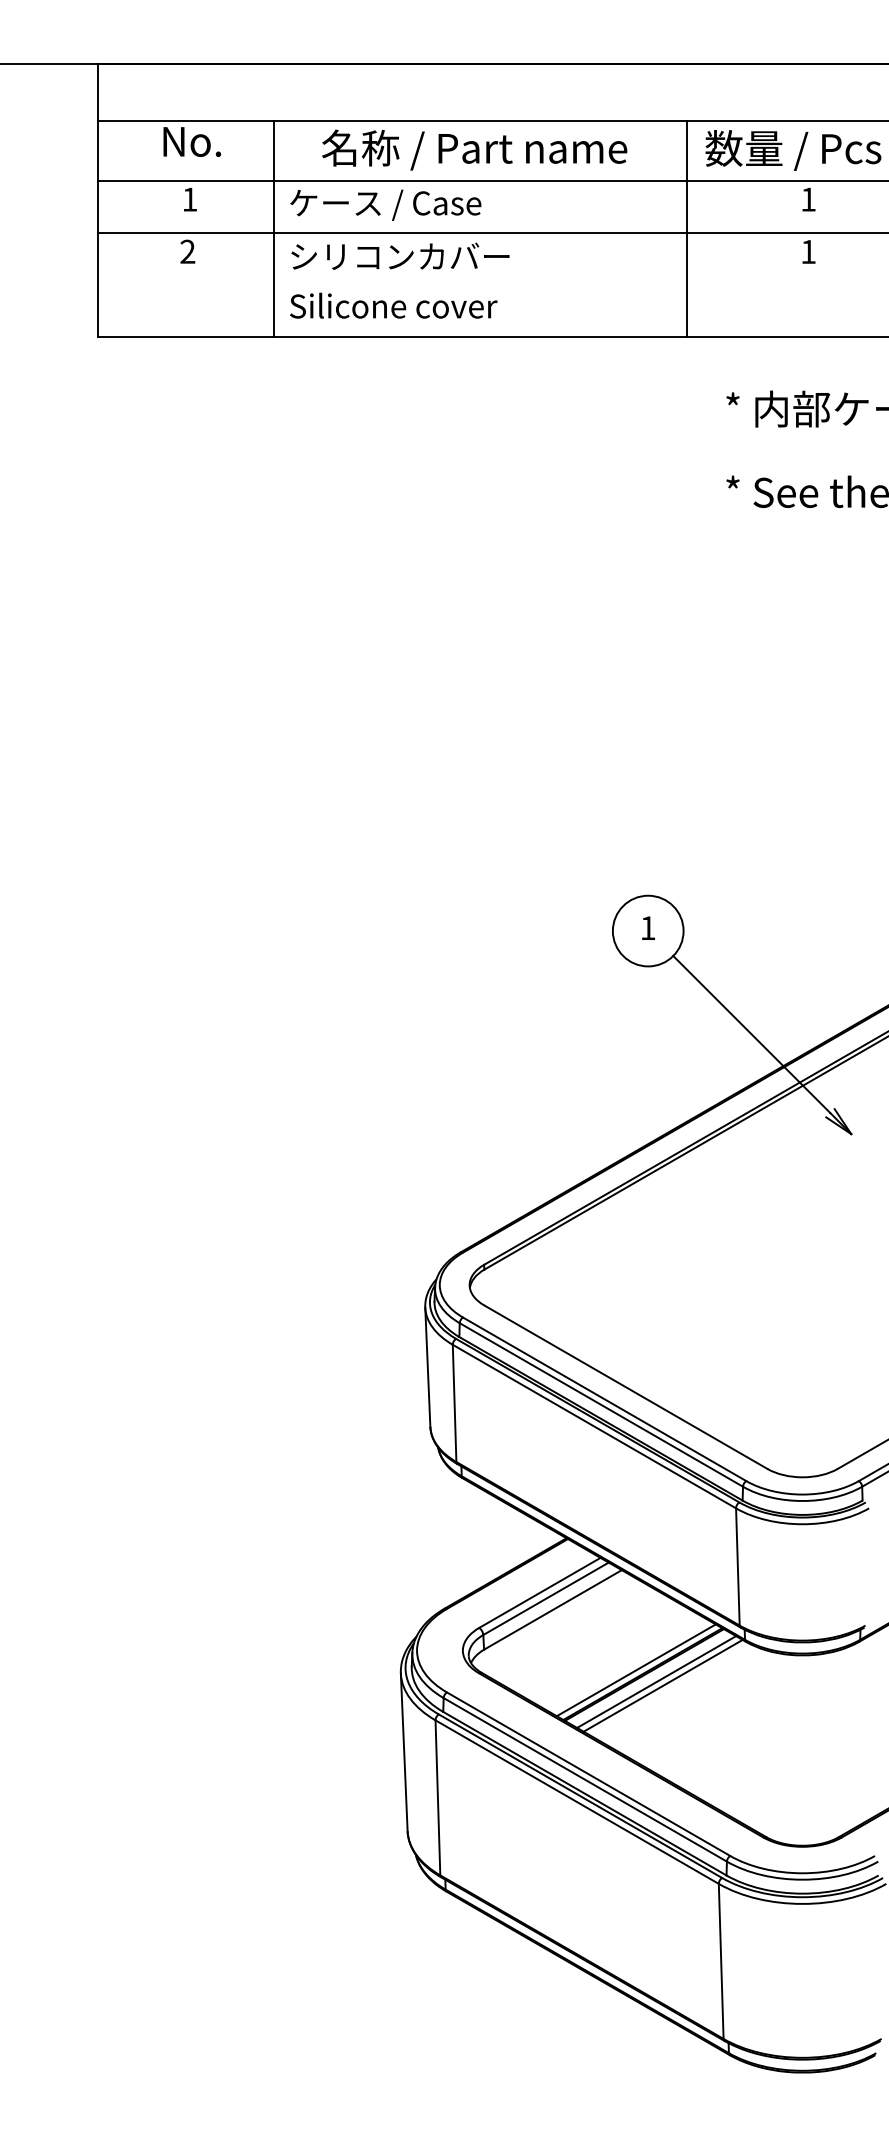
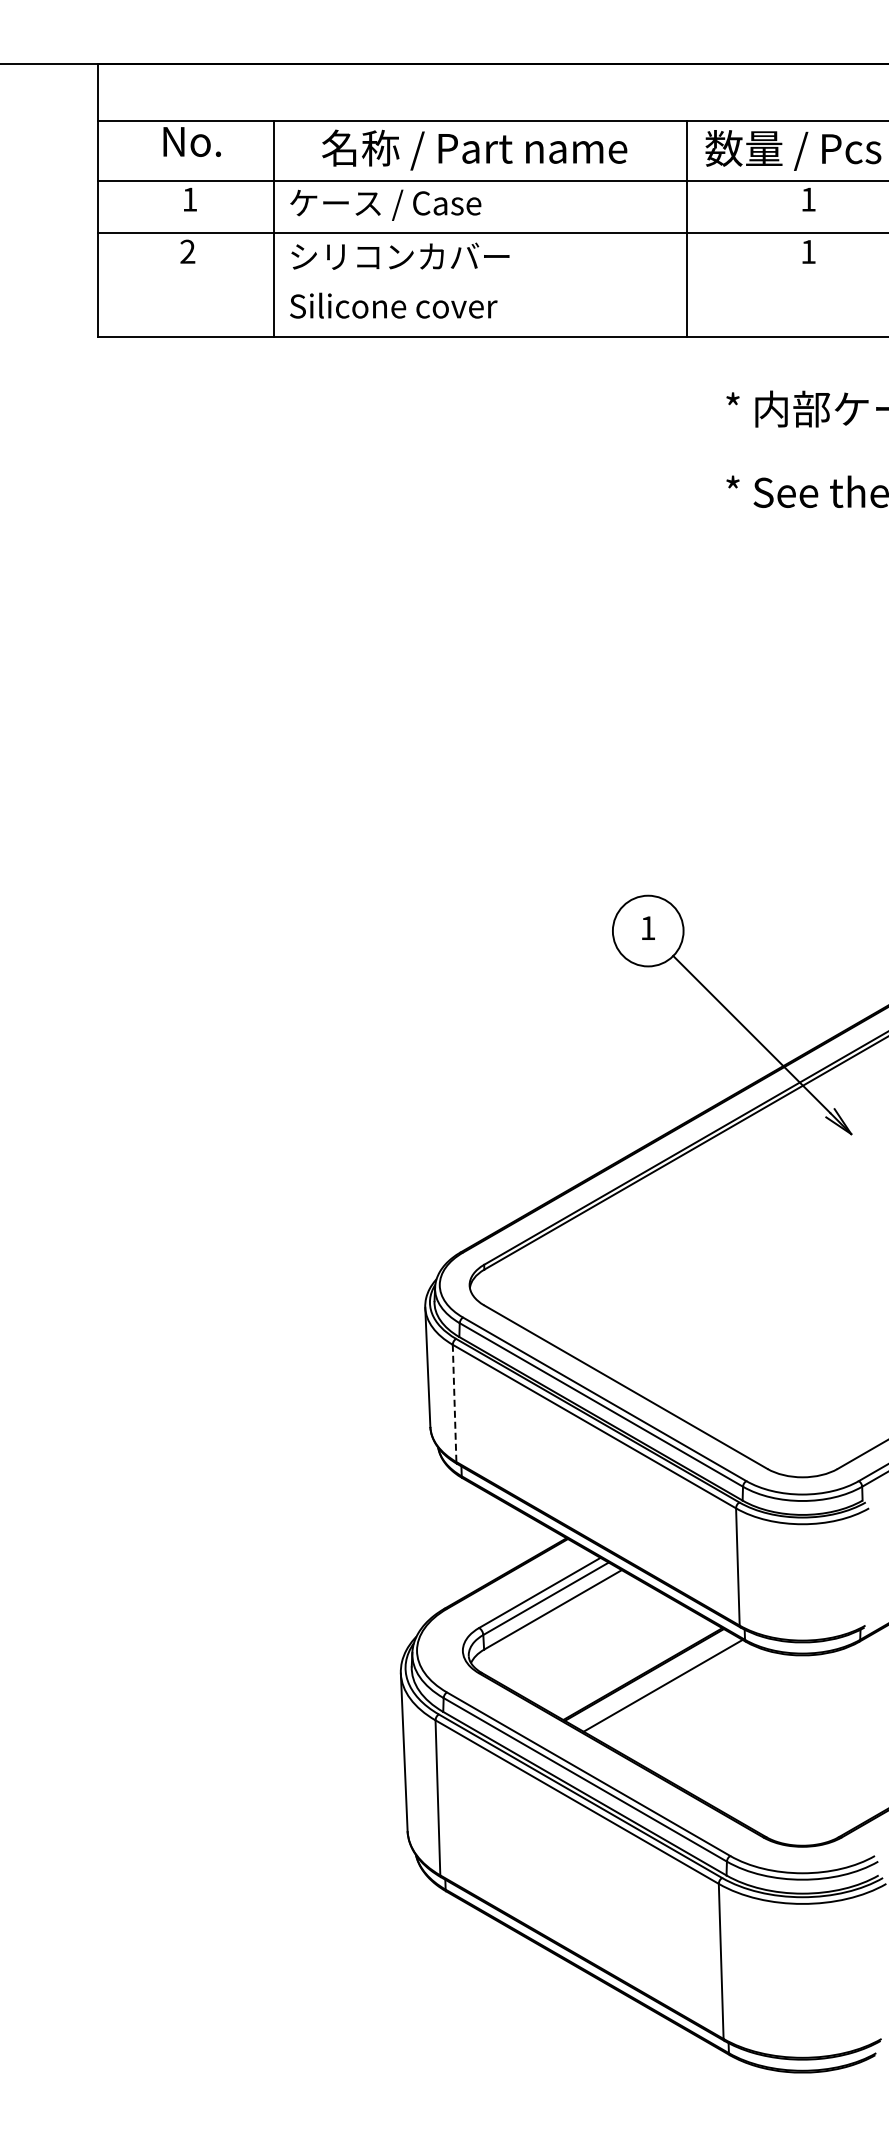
line at (454, 1403): solid -> dashed
line at (635, 1670): present -> none
line at (656, 1681): present -> none
